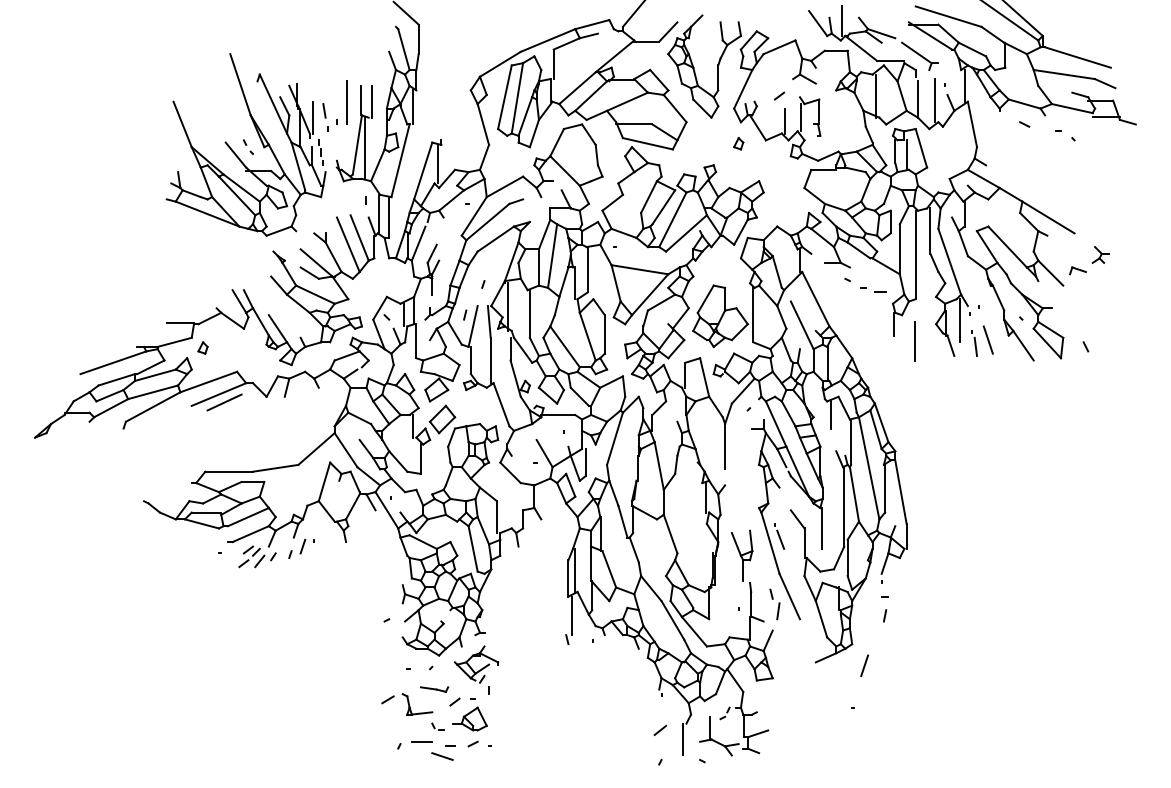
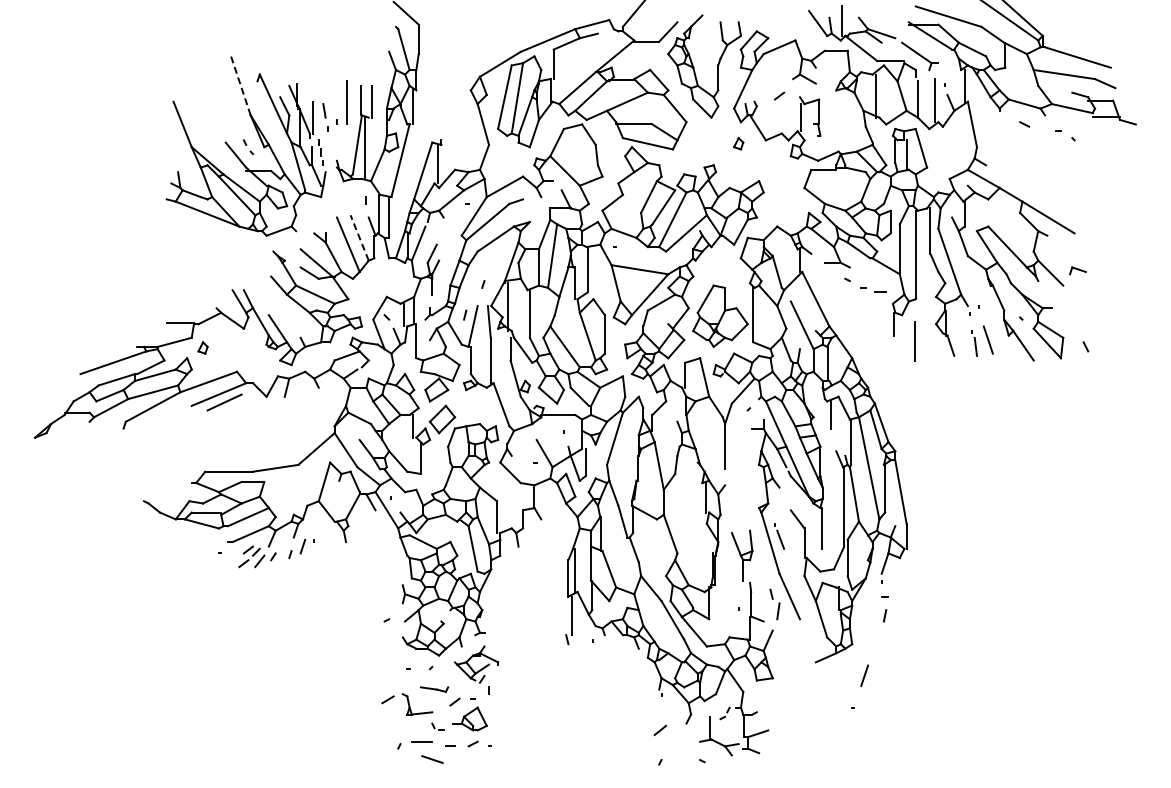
line at (240, 84): solid -> dashed
line at (785, 120): present -> none
line at (359, 237): solid -> dashed
part at (1100, 254): present -> none
line at (959, 320): present -> none
line at (864, 665) position: (864, 665) -> (864, 675)
line at (683, 739): present -> none
line at (442, 756) position: (442, 756) -> (432, 759)
